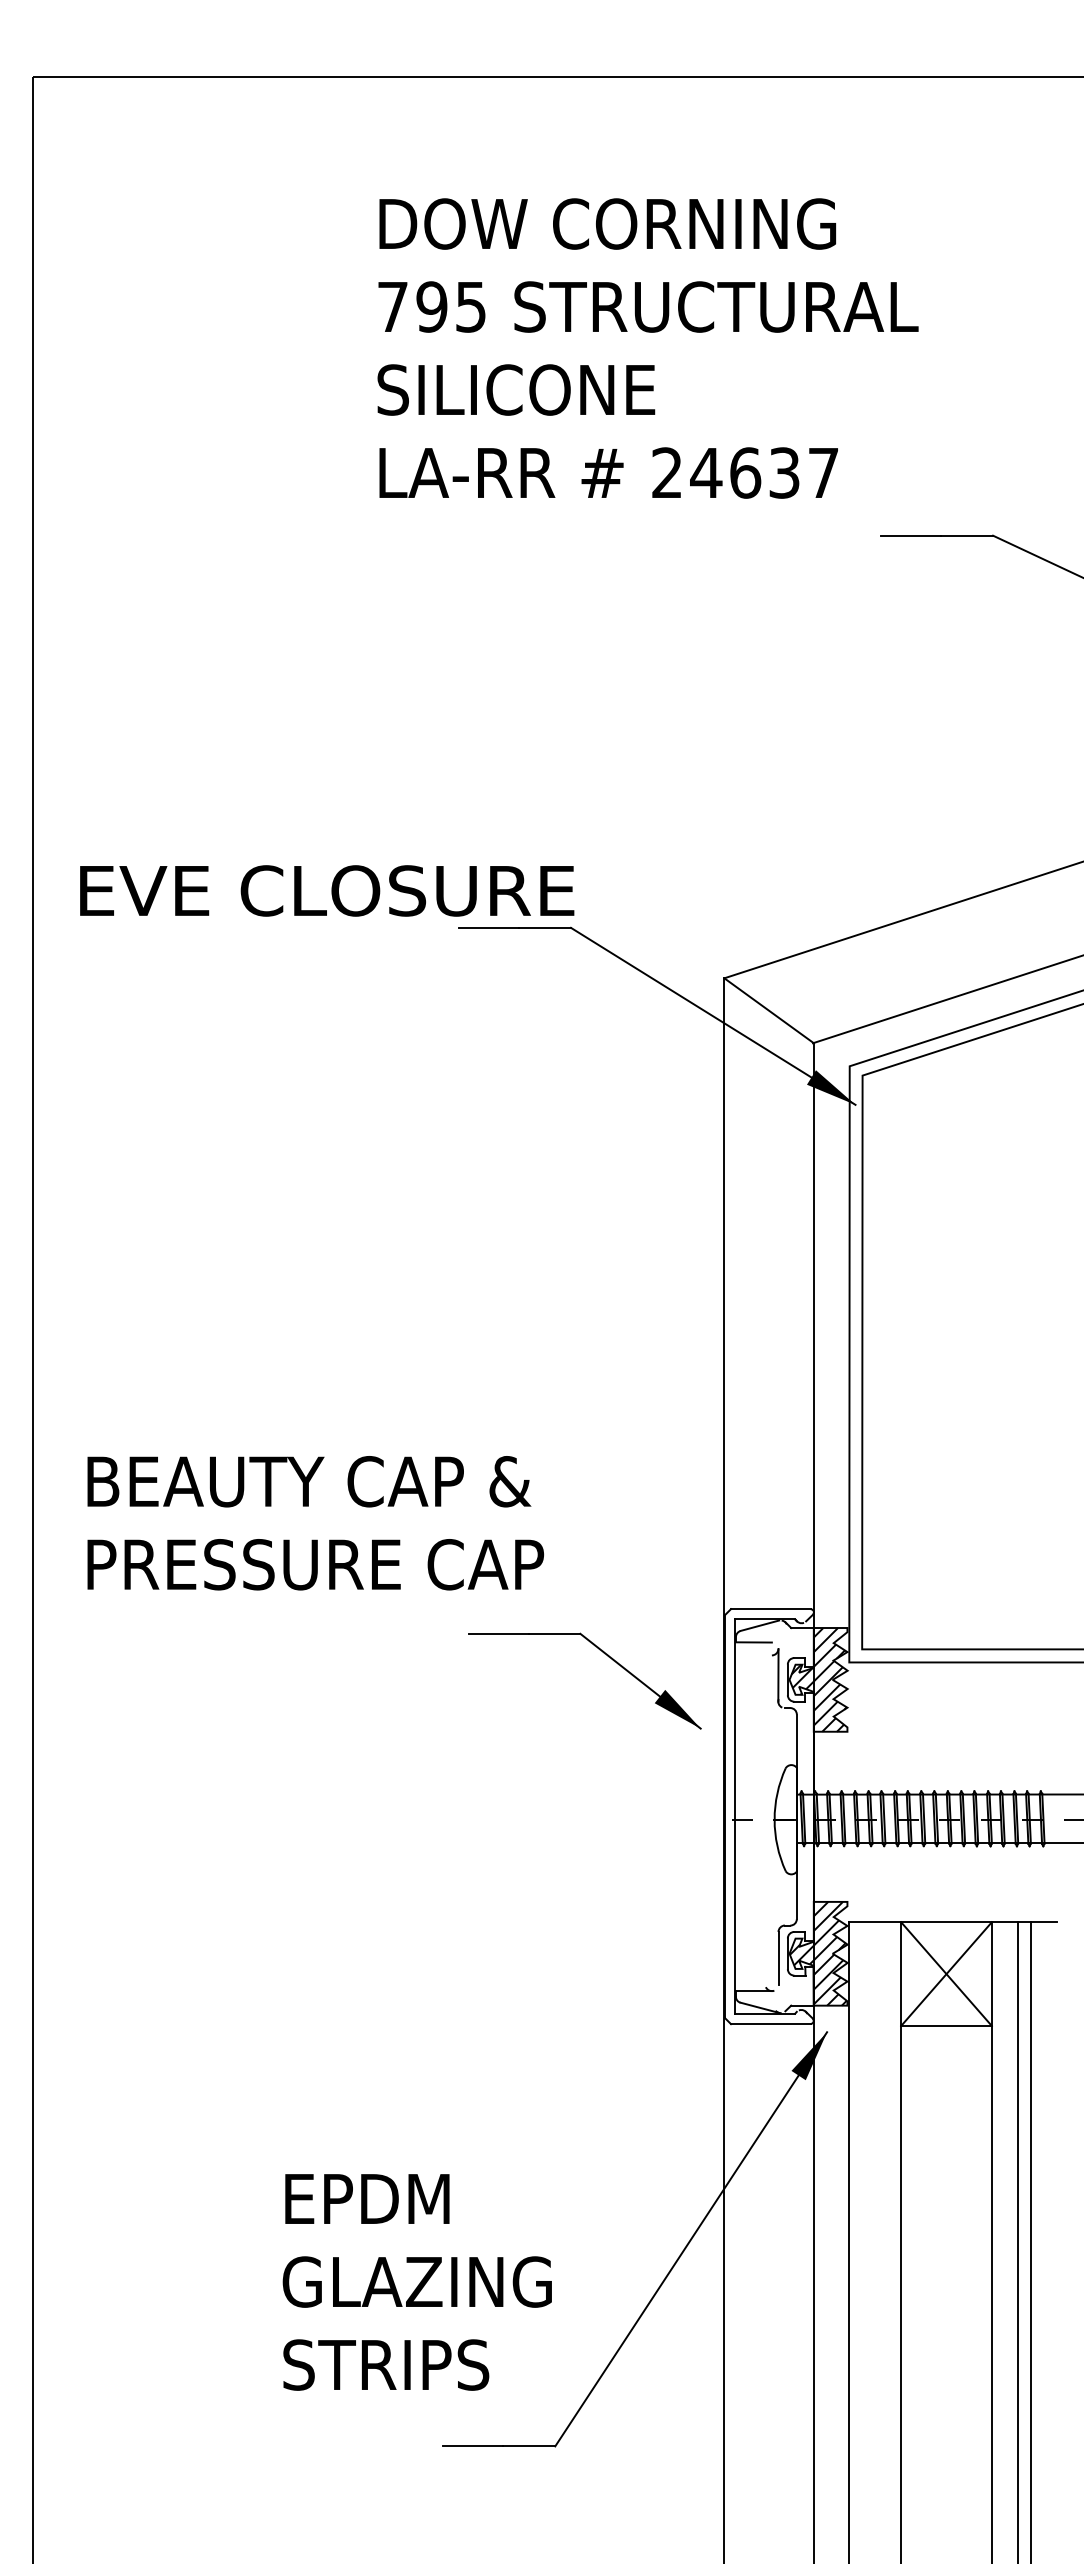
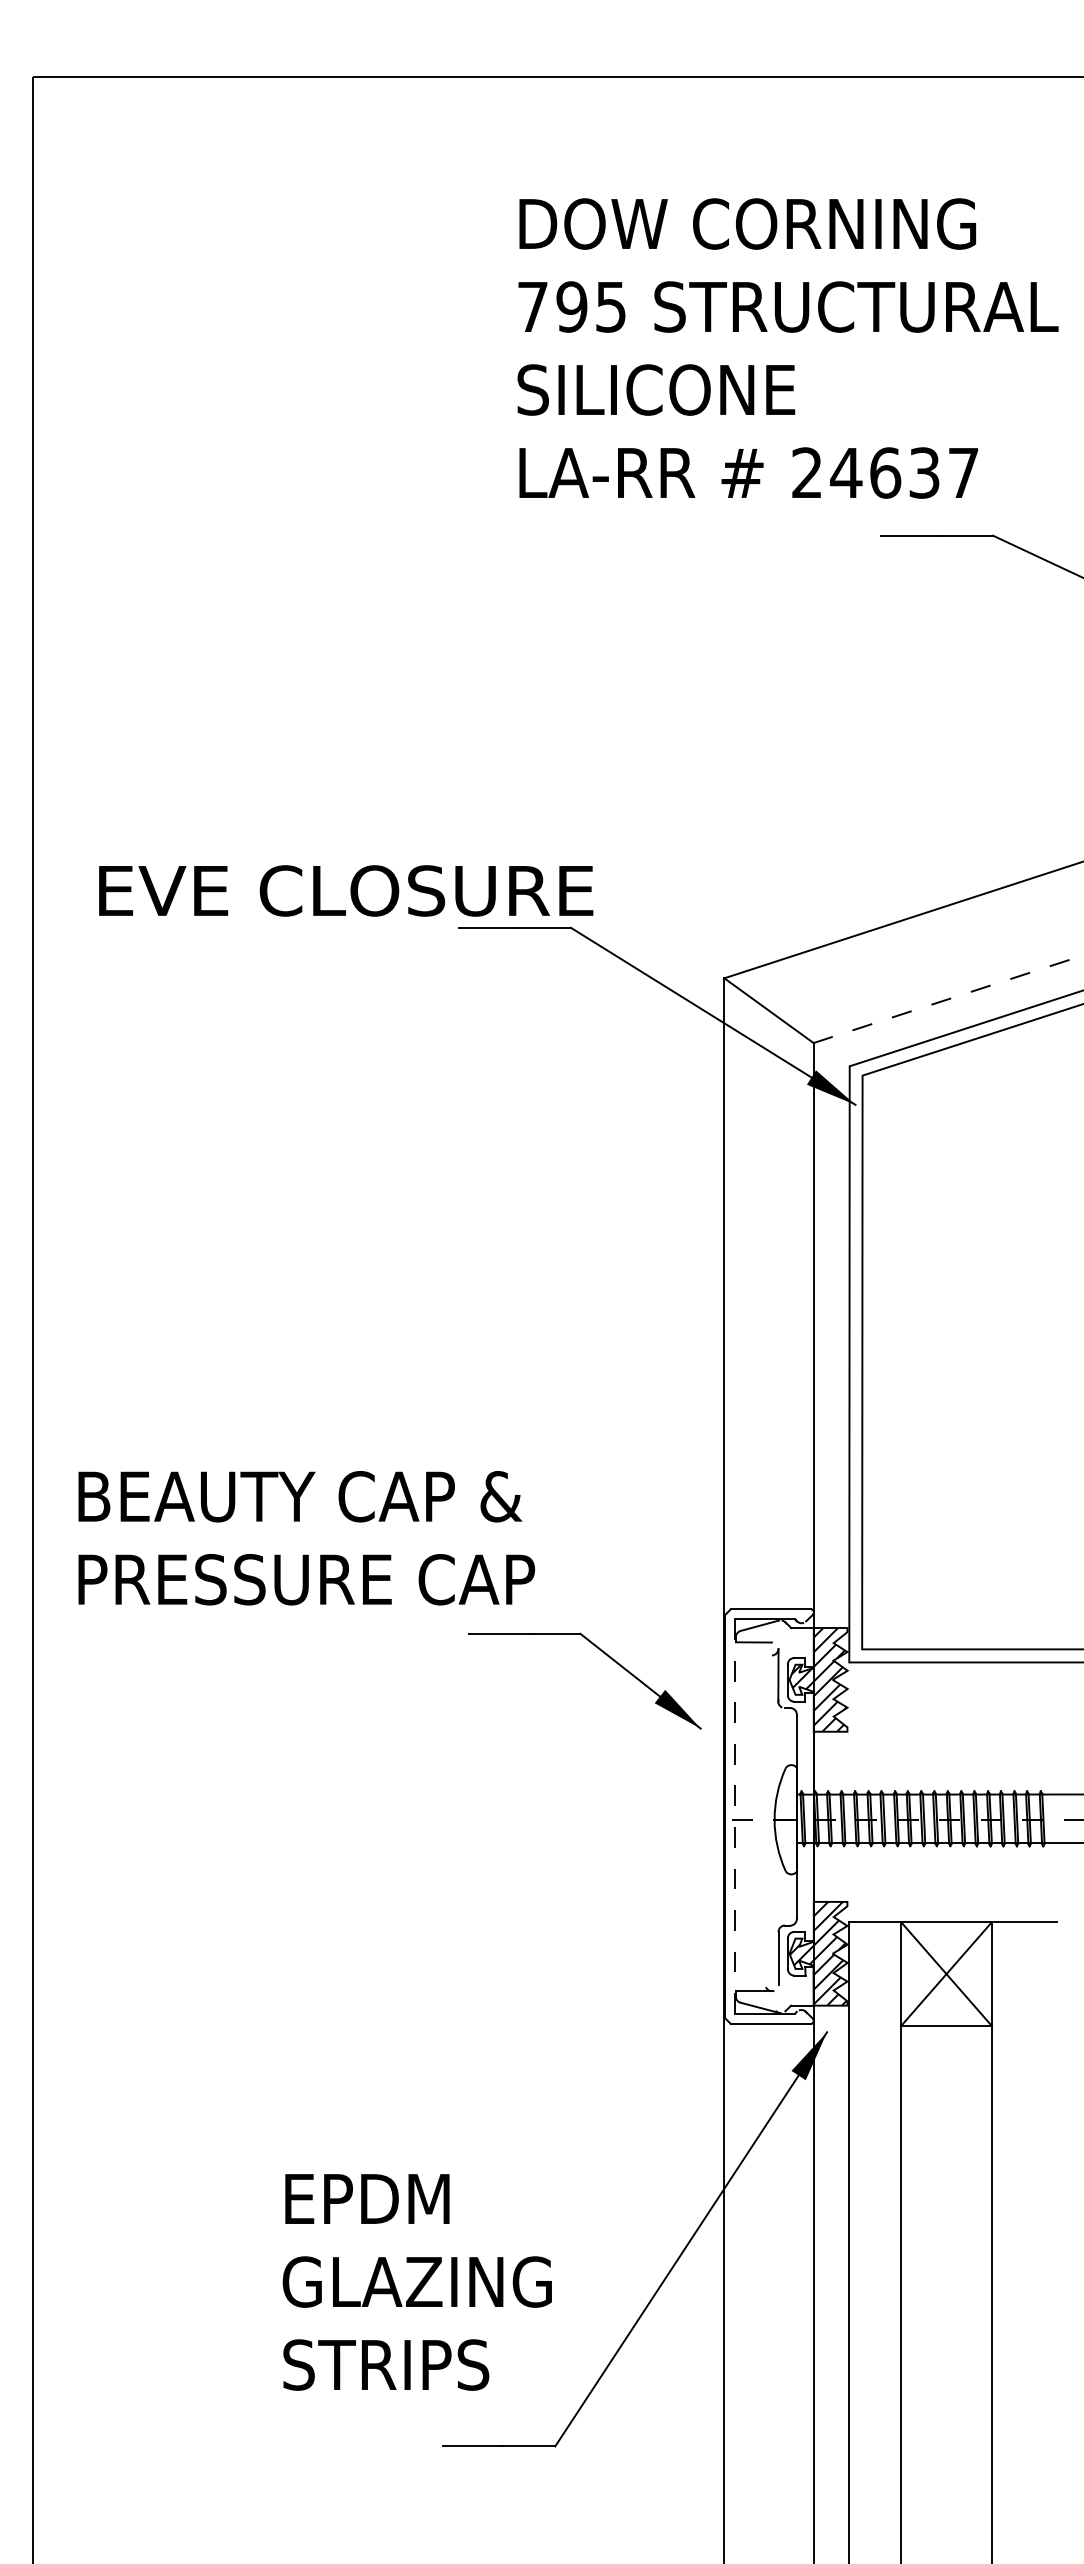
text at (647, 348) position: (647, 348) -> (787, 348)
text at (327, 890) position: (327, 890) -> (346, 890)
line at (948, 999): solid -> dashed
text at (315, 1523) position: (315, 1523) -> (306, 1538)
line at (735, 1817): solid -> dashed
line at (1017, 2241): present -> none
line at (1030, 2241): present -> none
